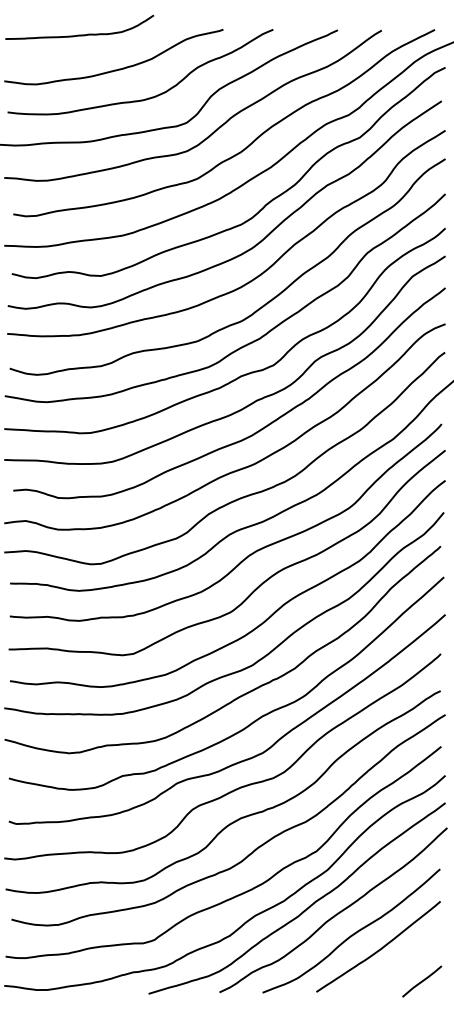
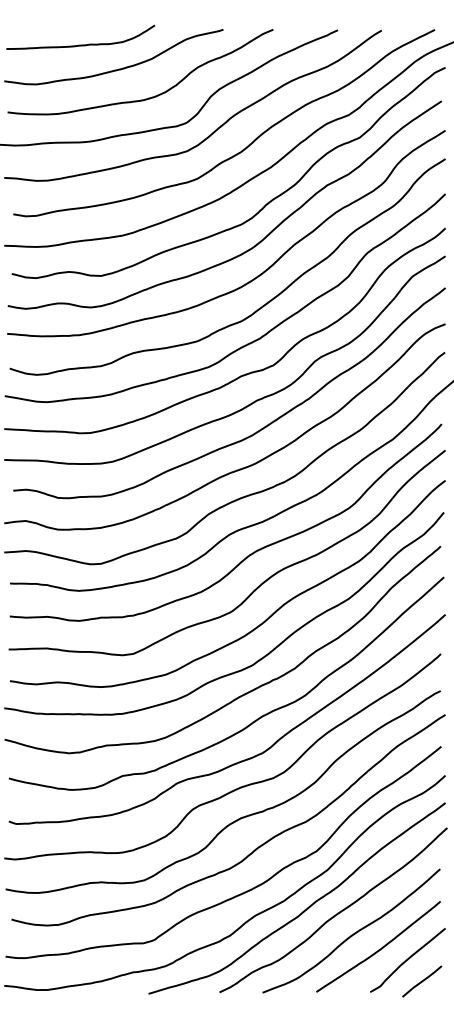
curve at (79, 34) position: (79, 34) -> (80, 44)
curve at (407, 960): none -> present
